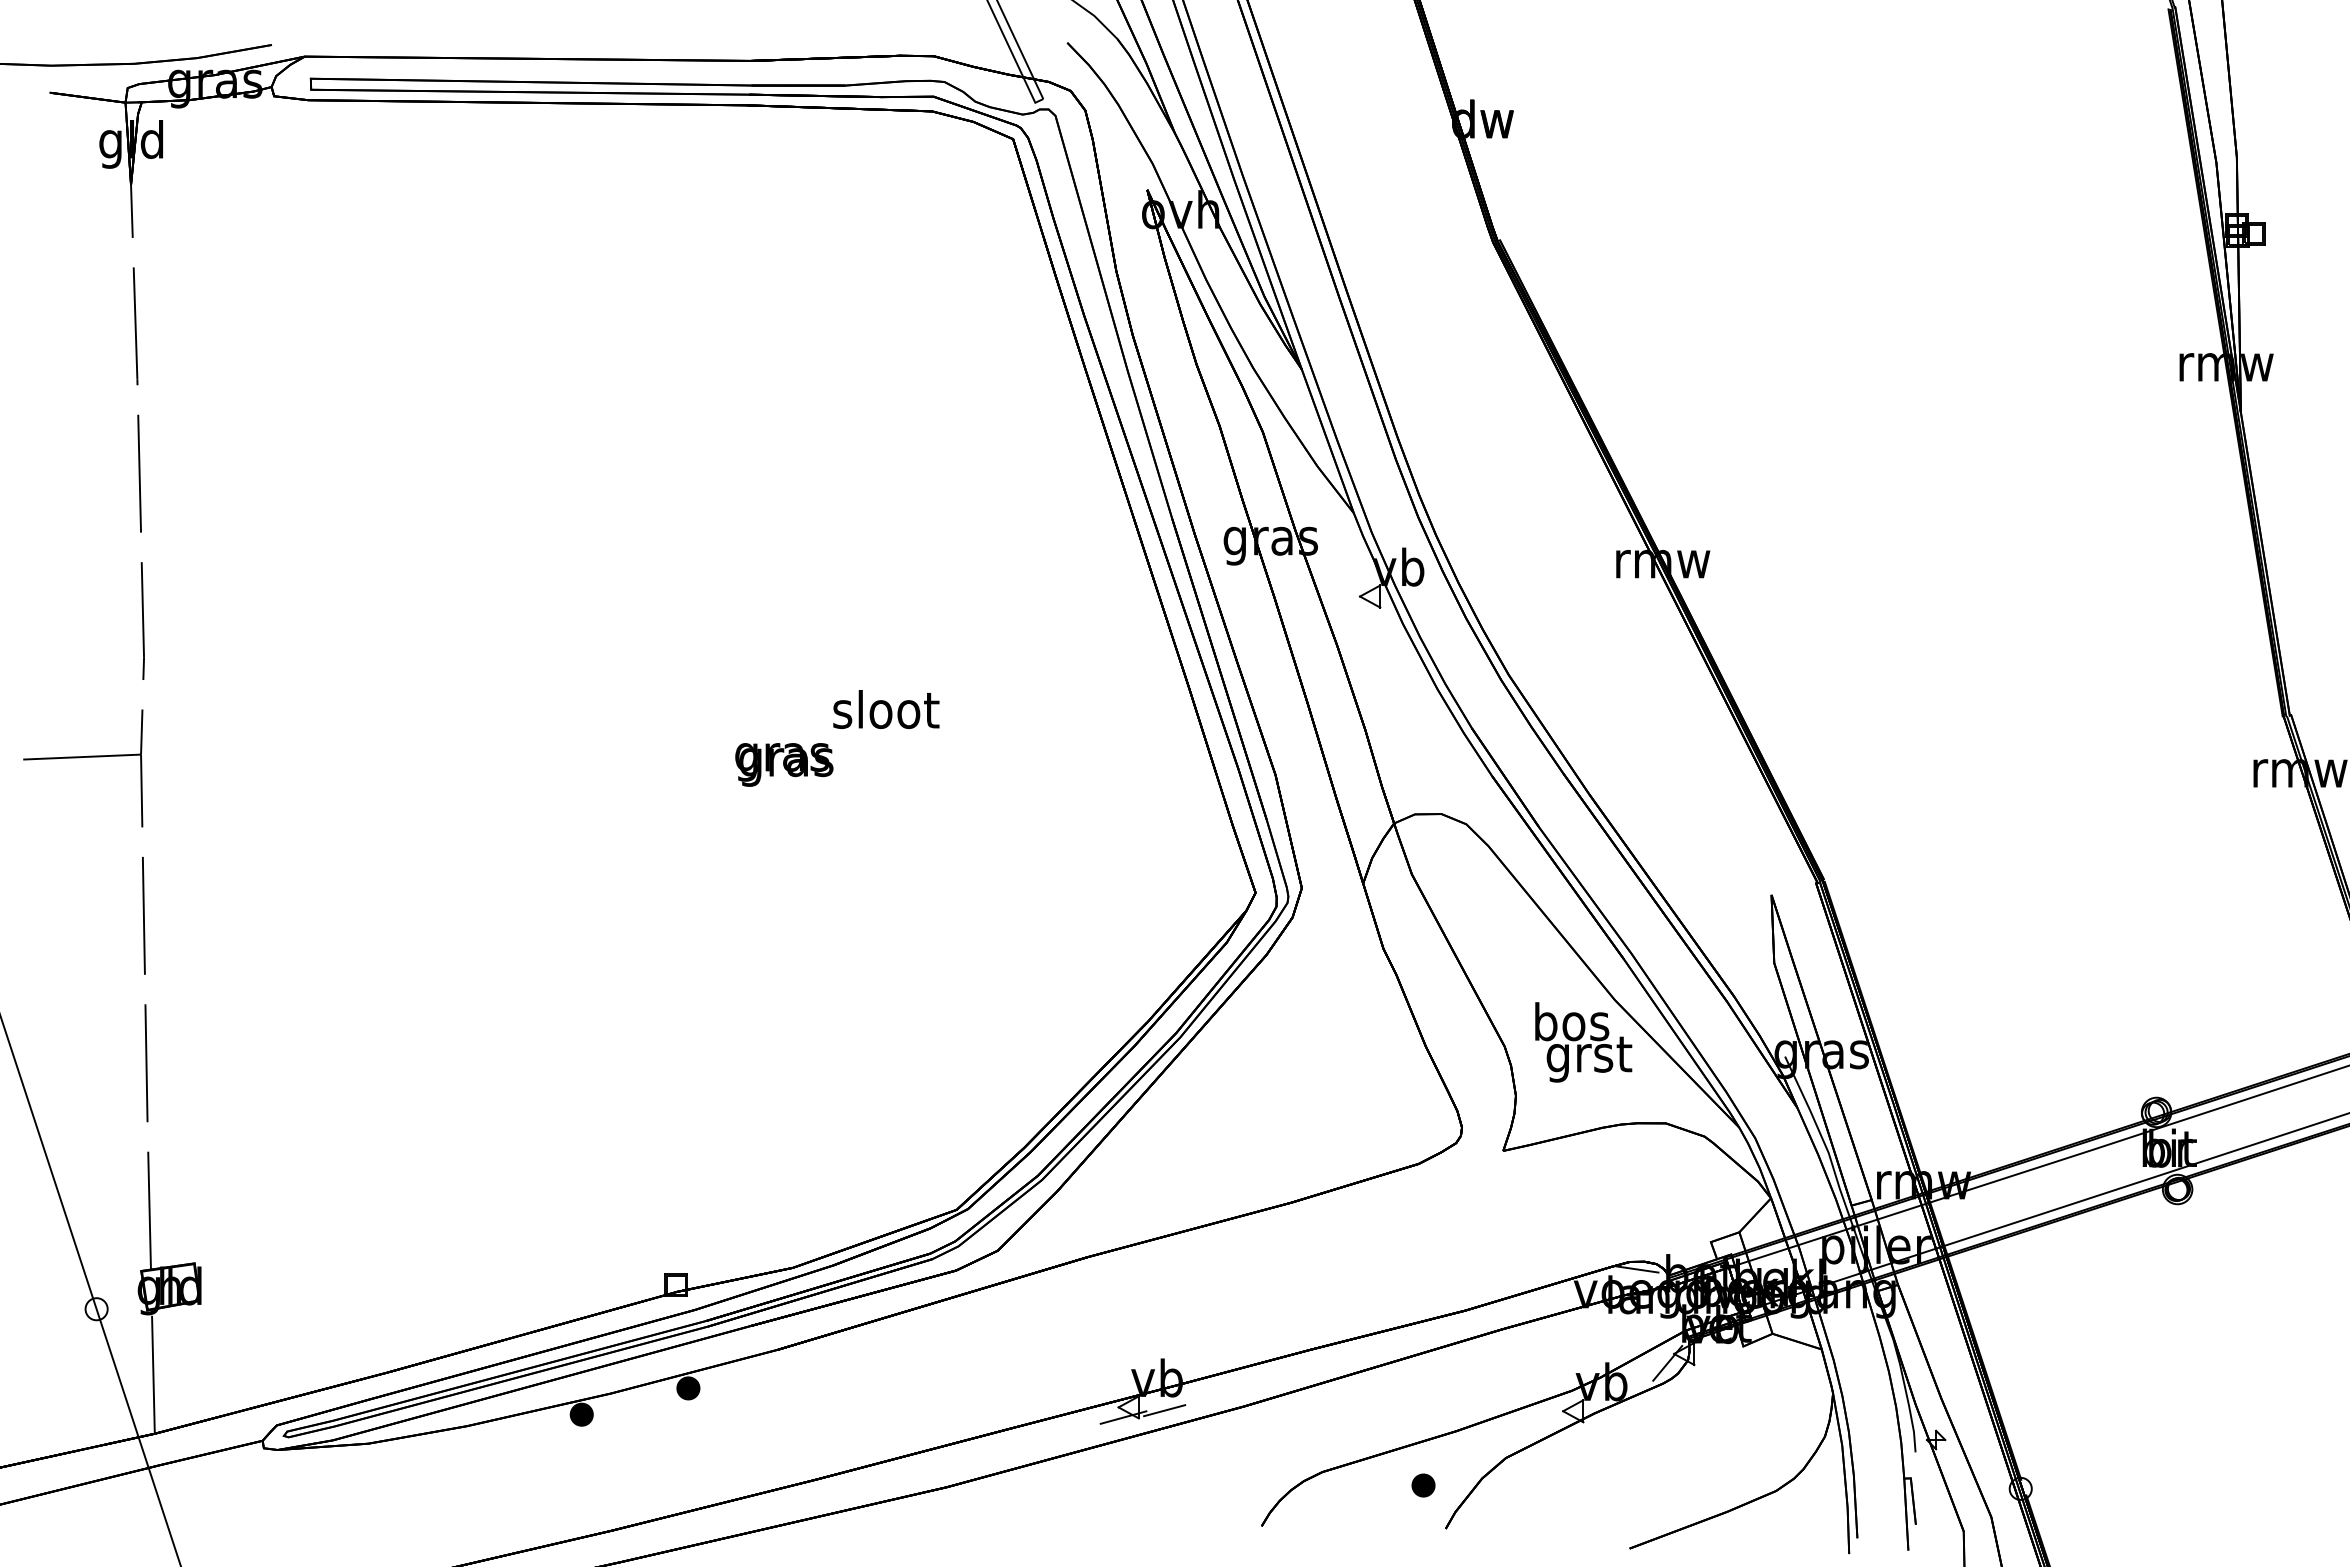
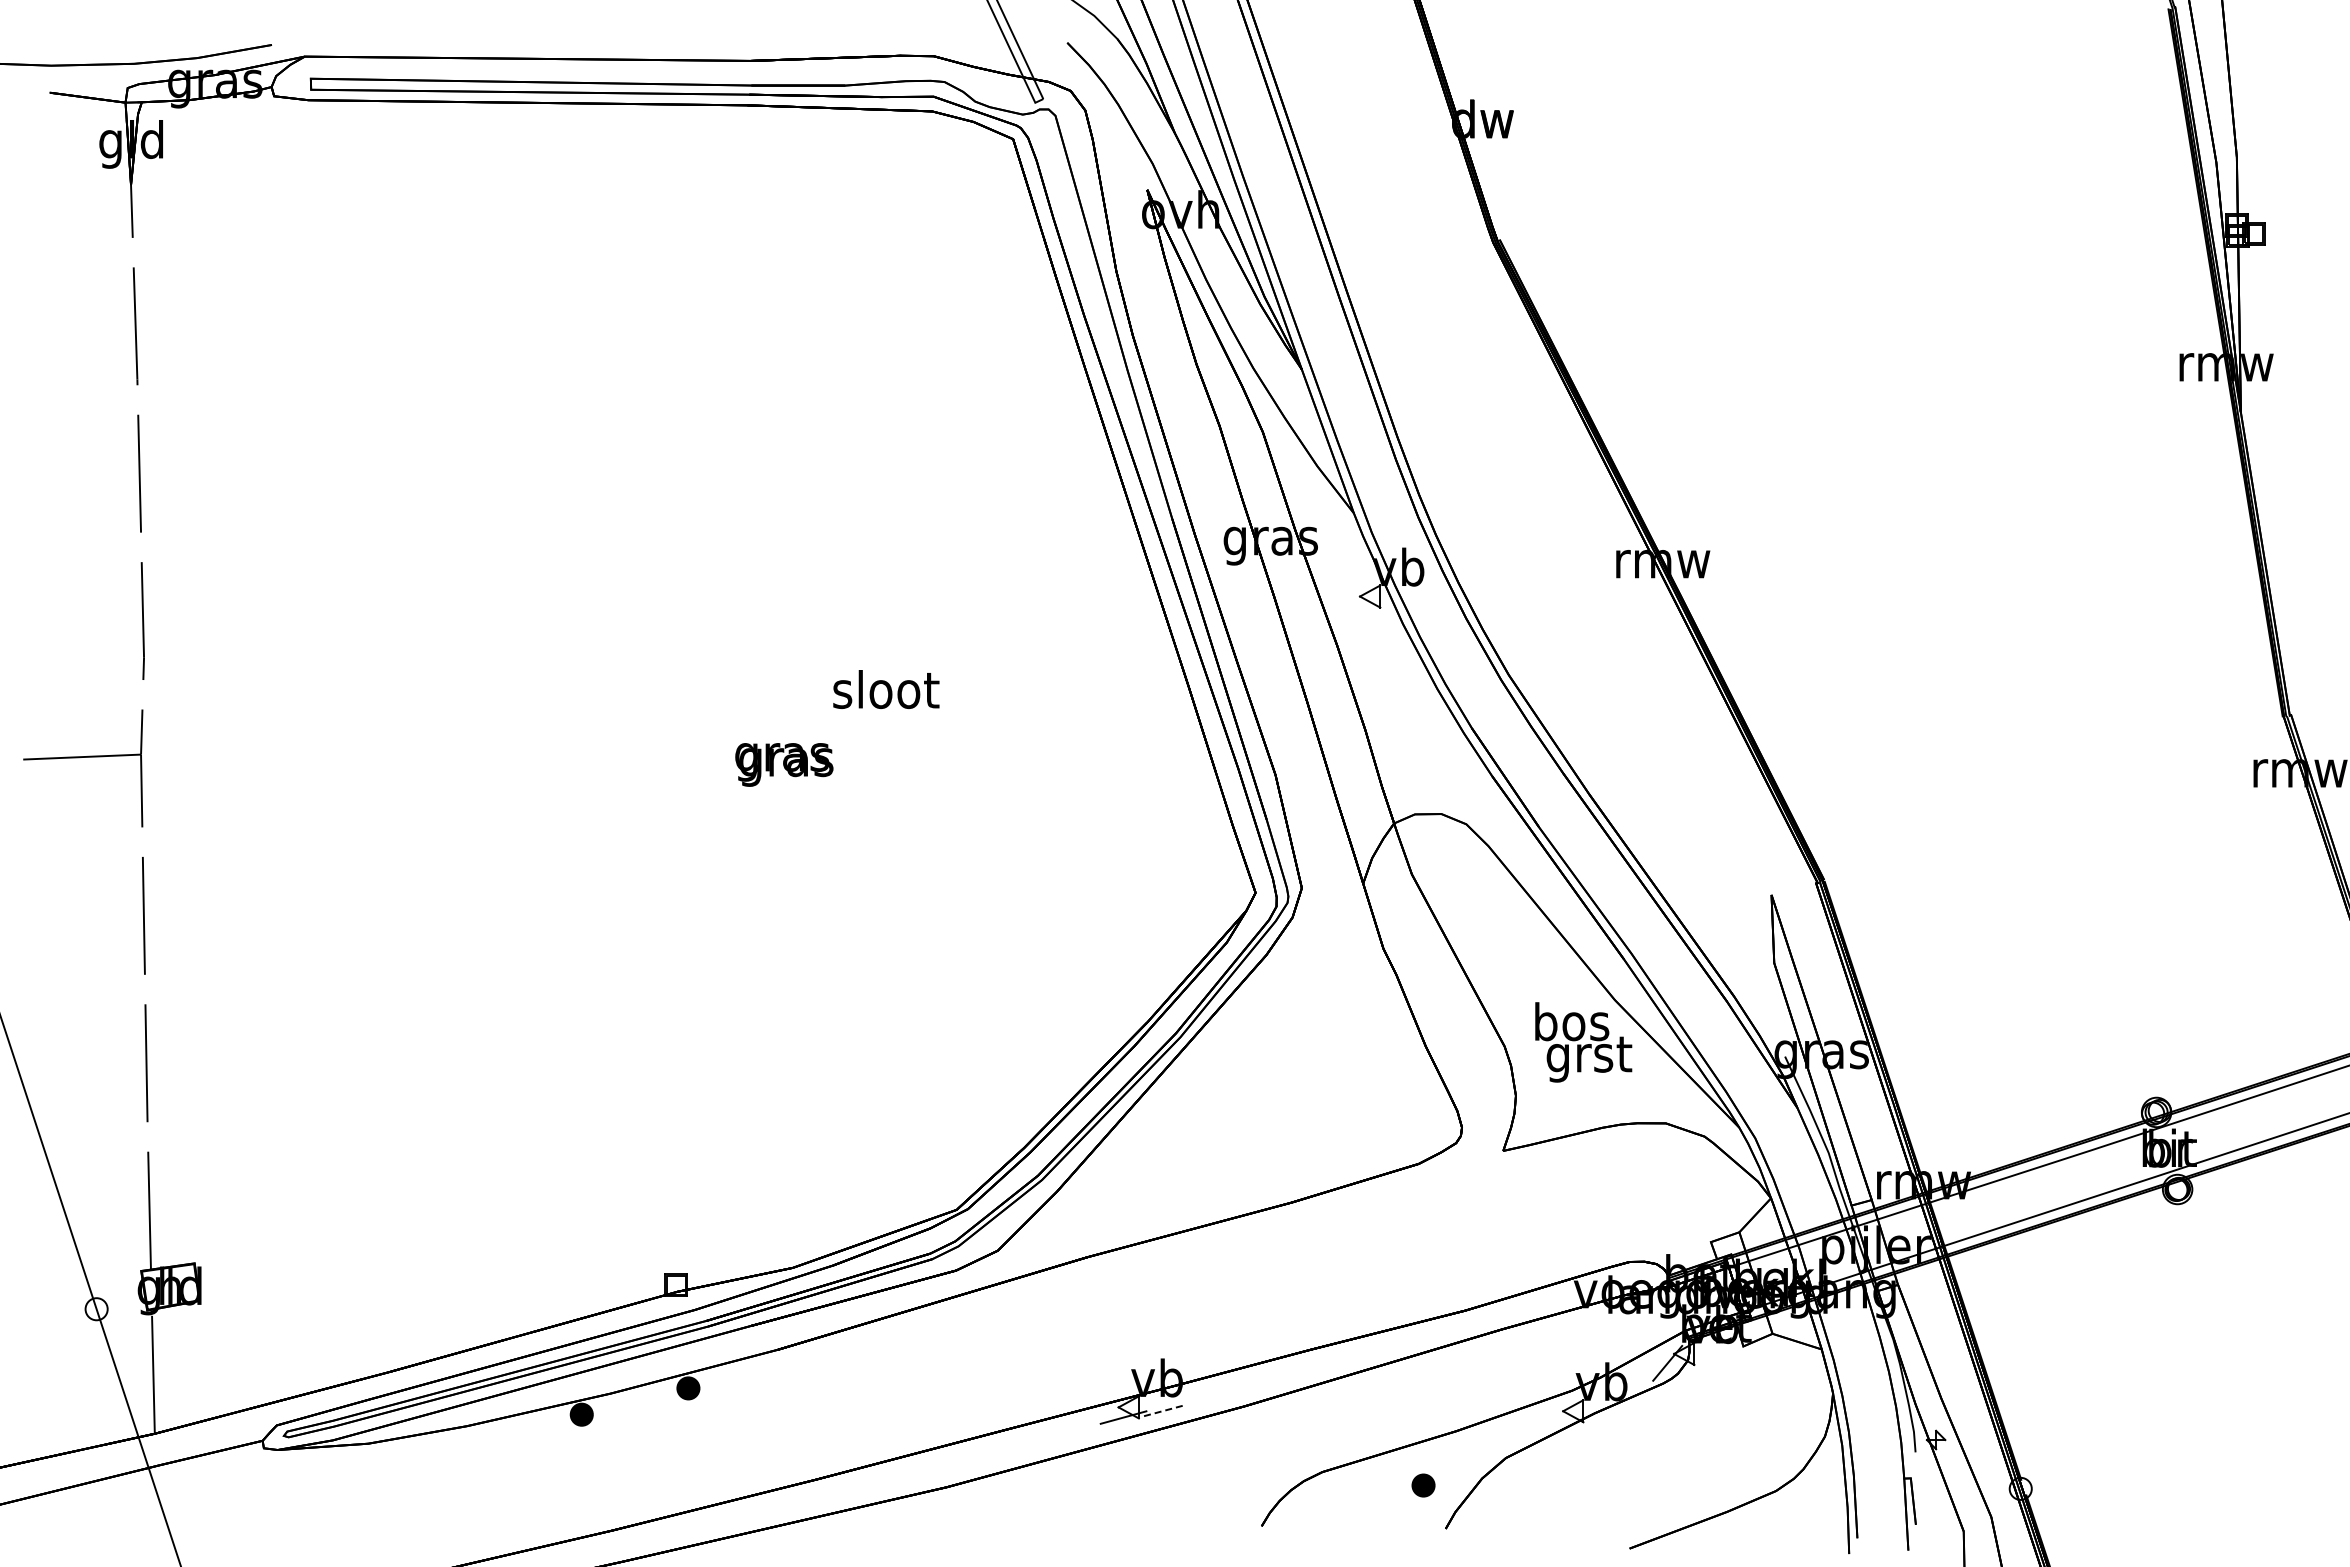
text at (886, 709) position: (886, 709) -> (886, 689)
line at (1637, 1269): present -> none
line at (1165, 1410): solid -> dashed
